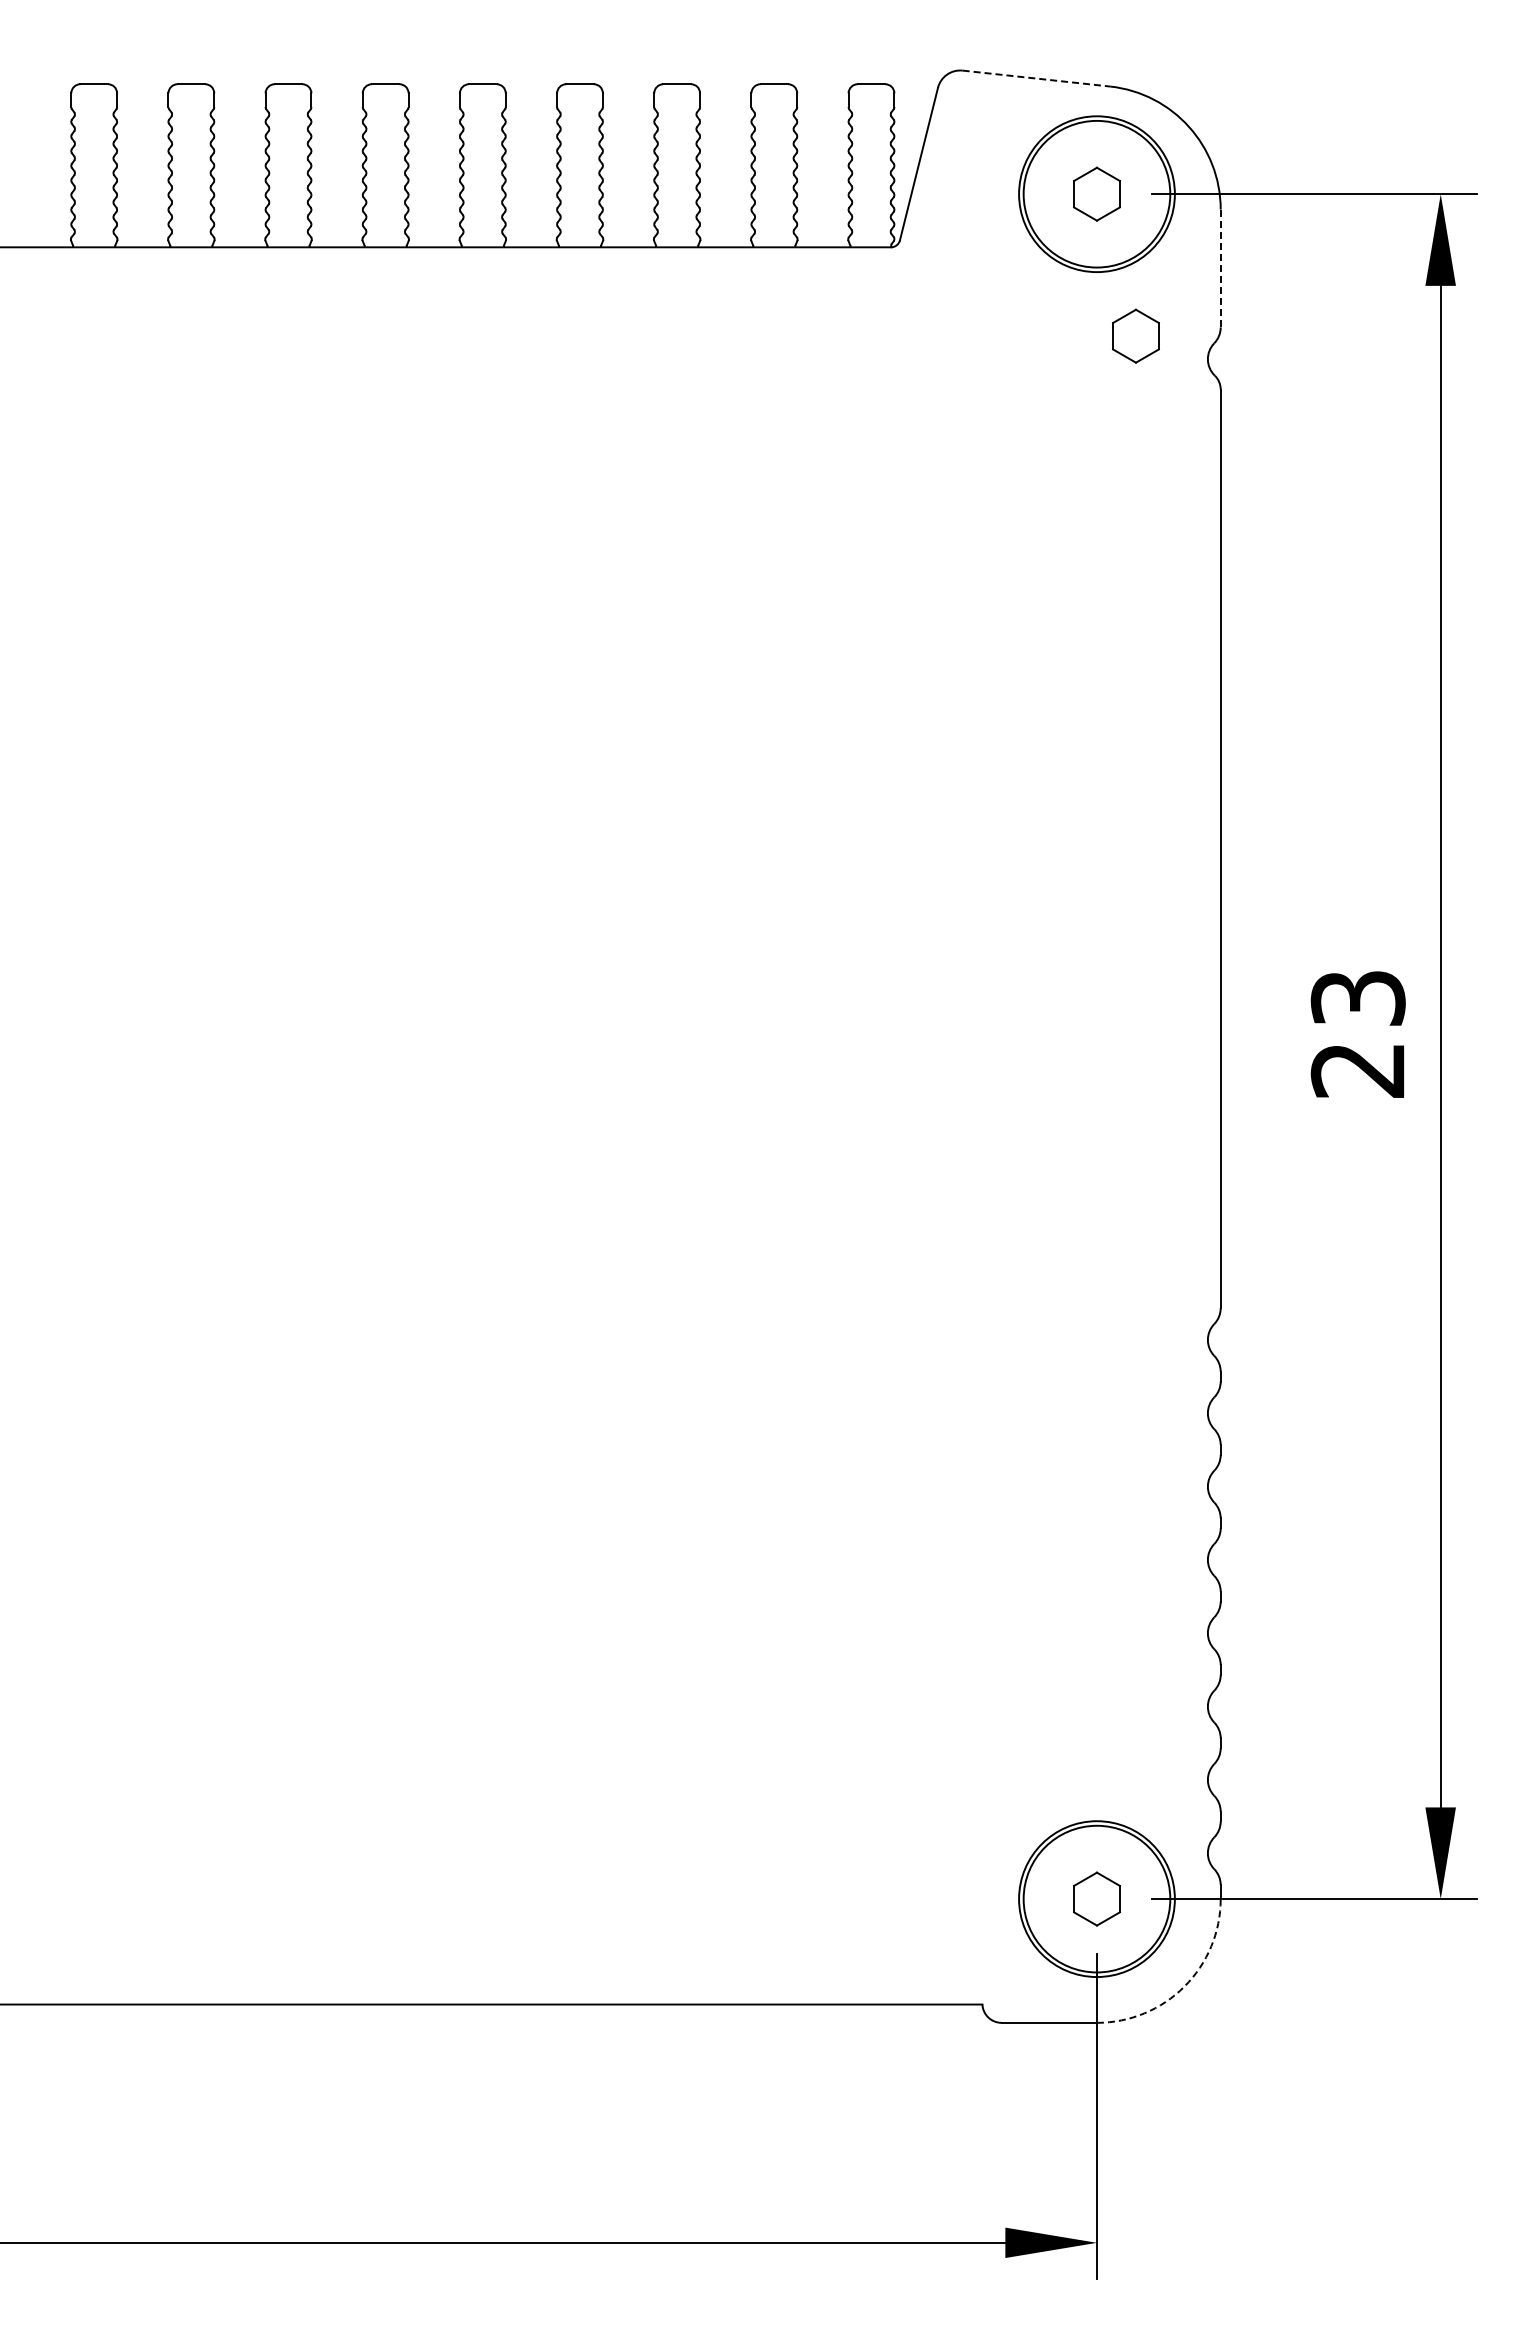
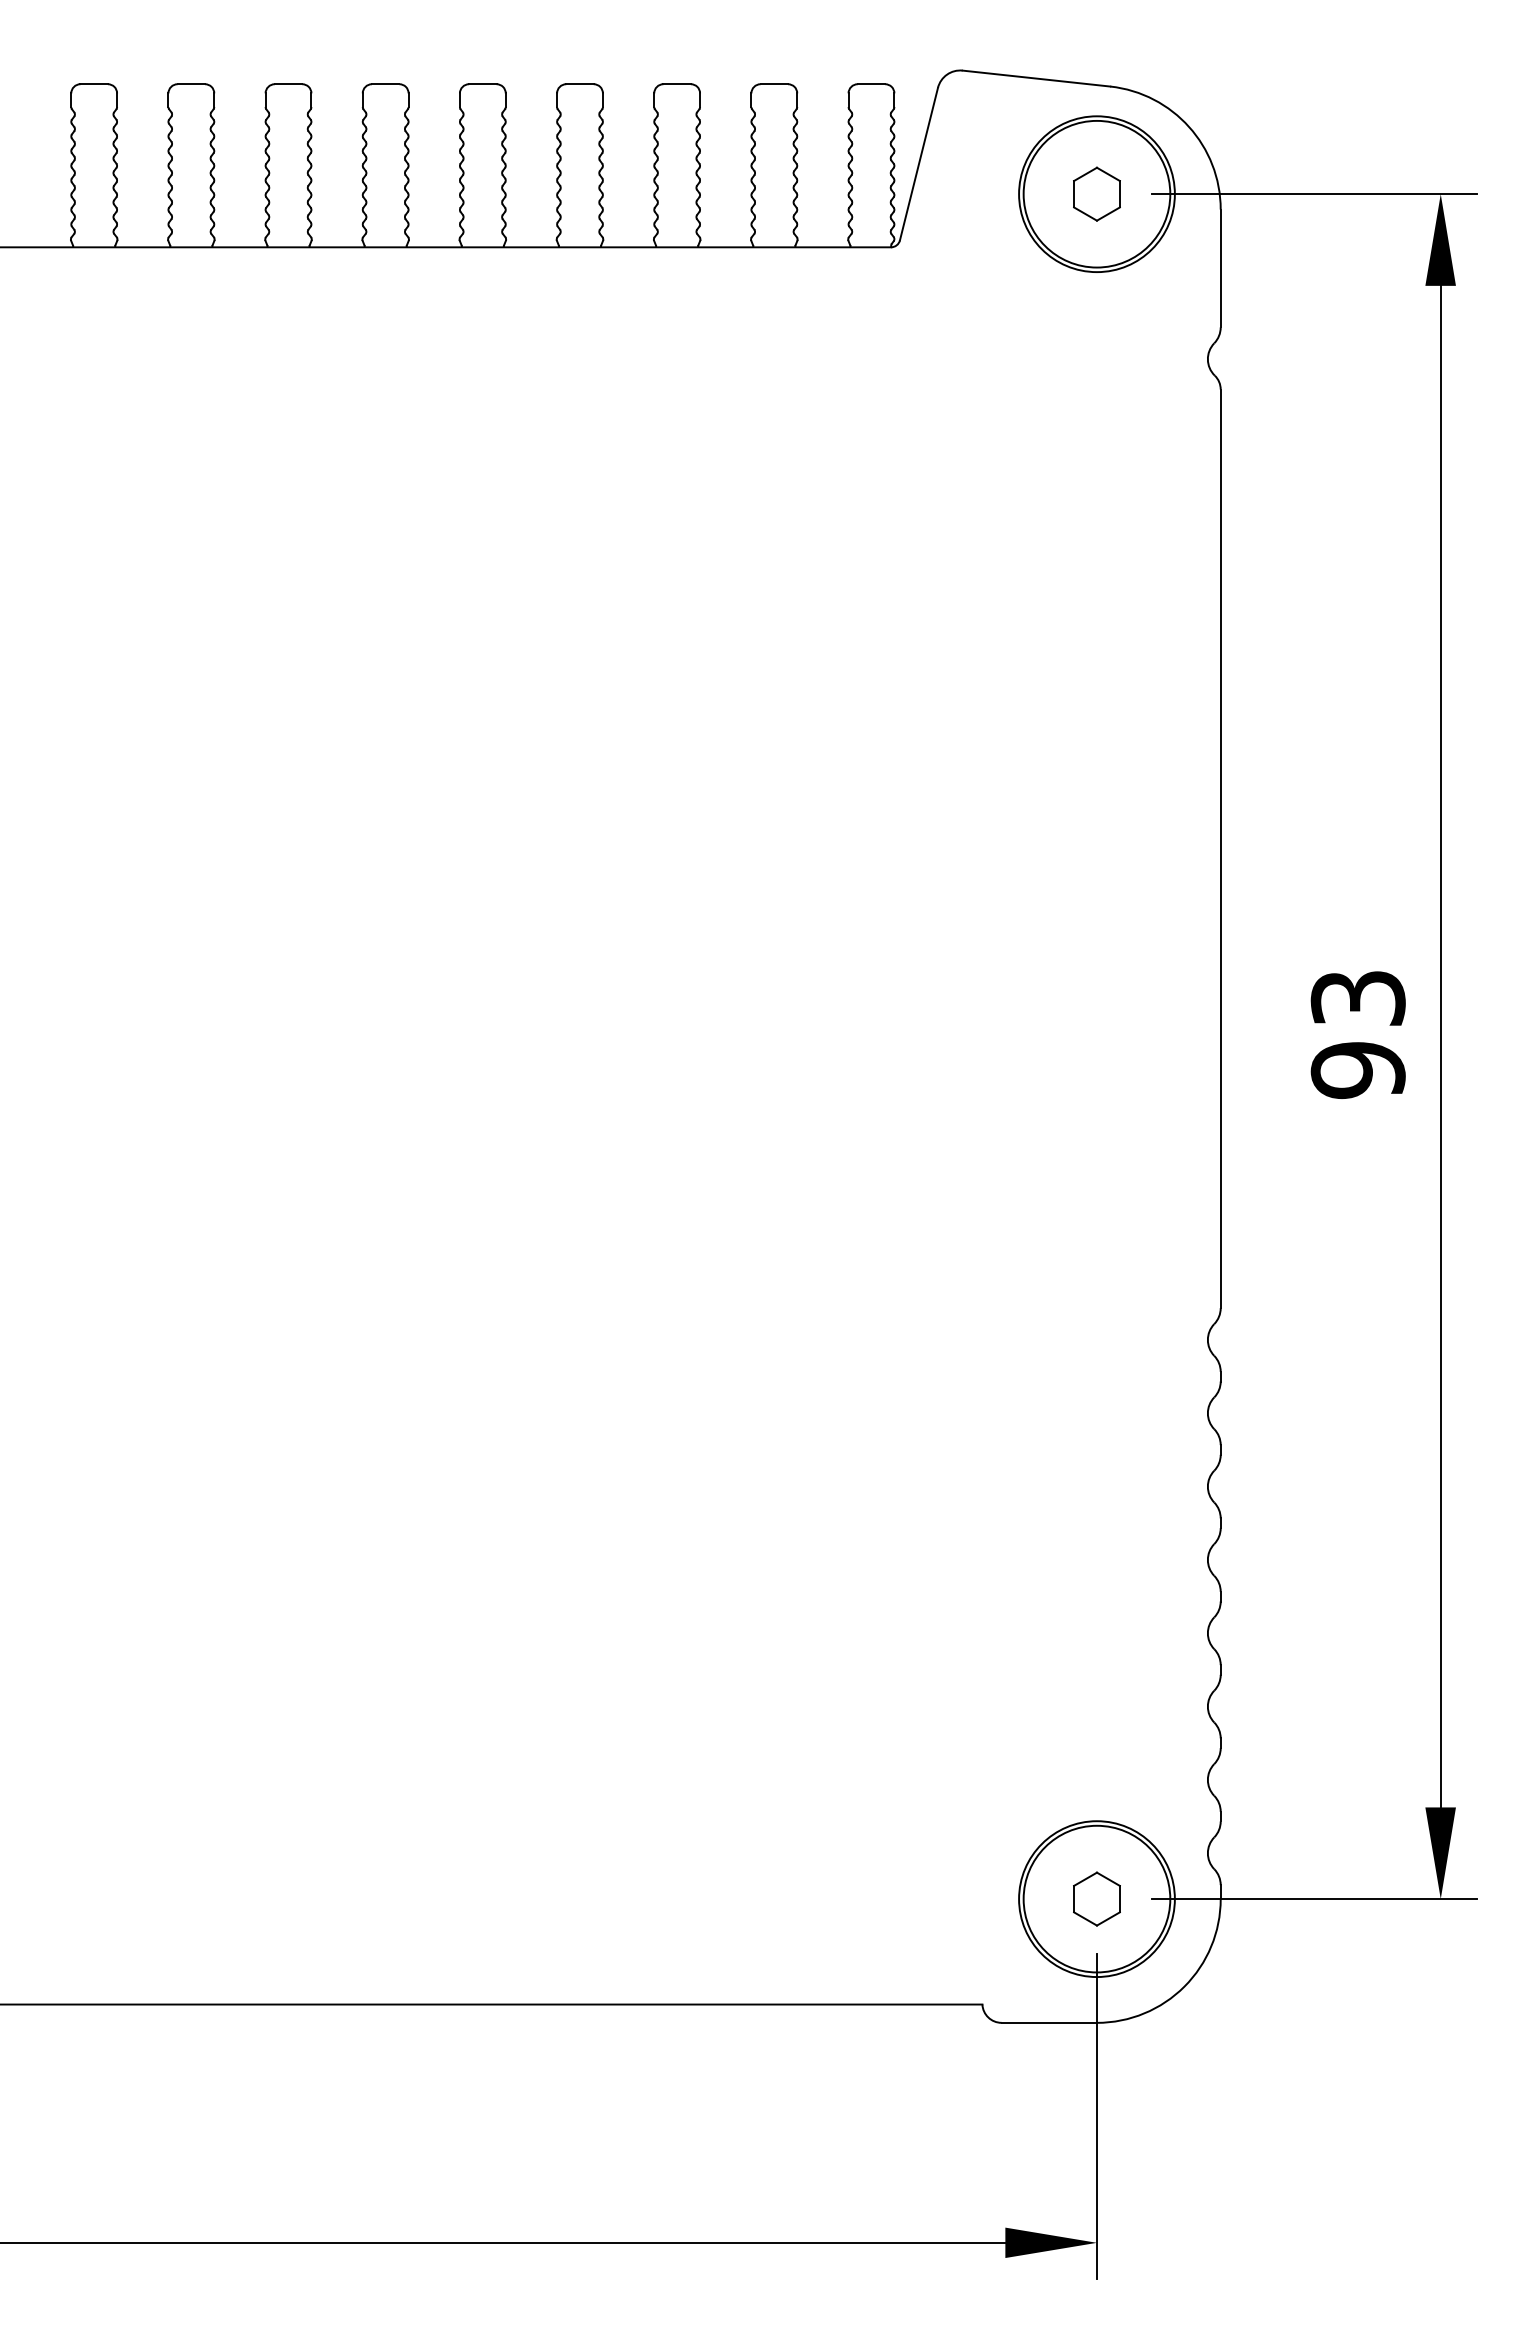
line at (1036, 78): dashed -> solid
line at (1220, 268): dashed -> solid
part at (1135, 335): present -> none
text at (1357, 1070): 23 -> 93
arc at (1184, 1986): dashed -> solid
